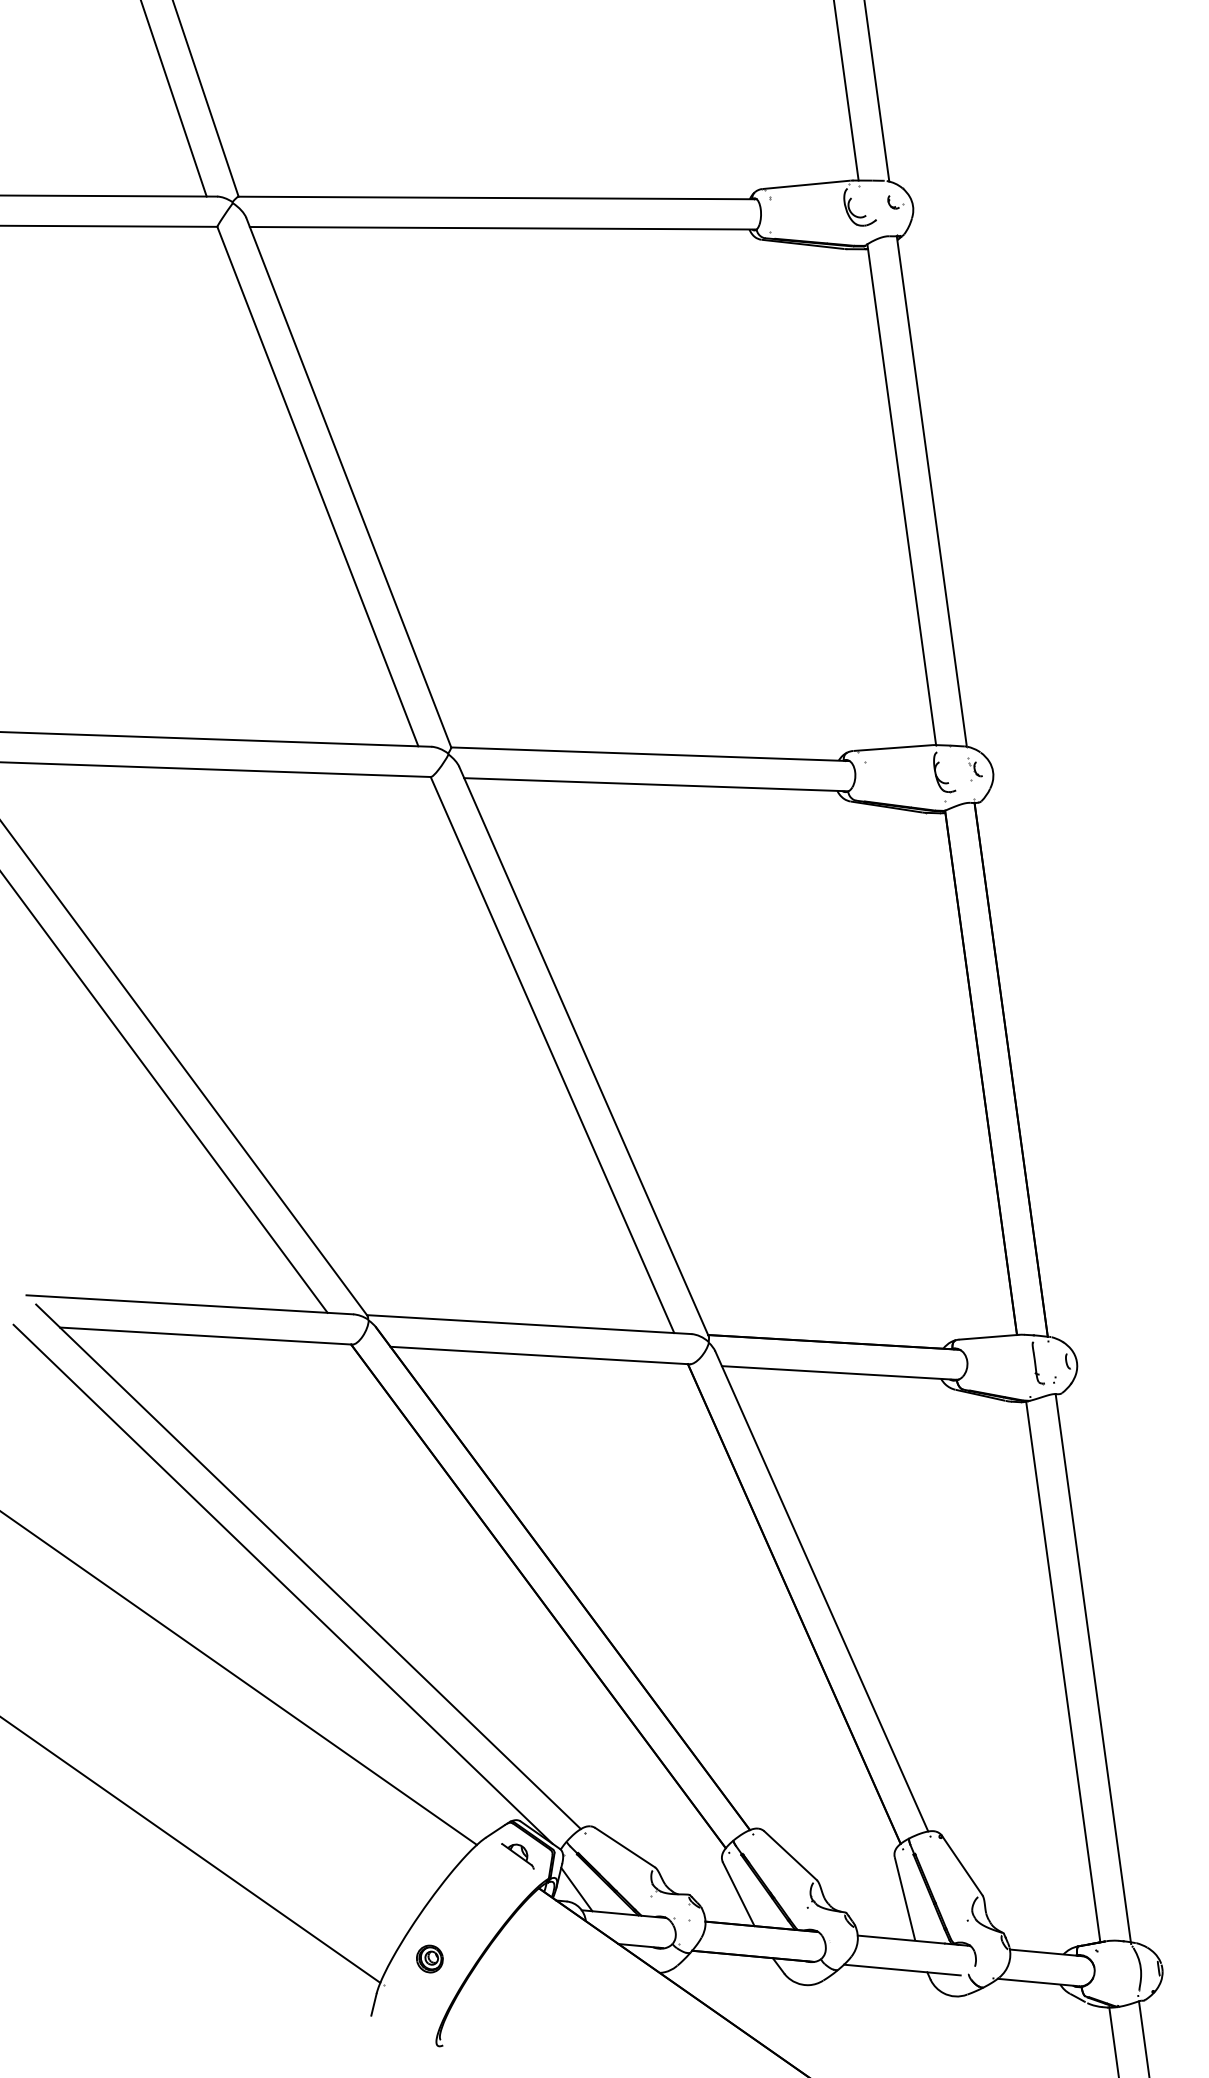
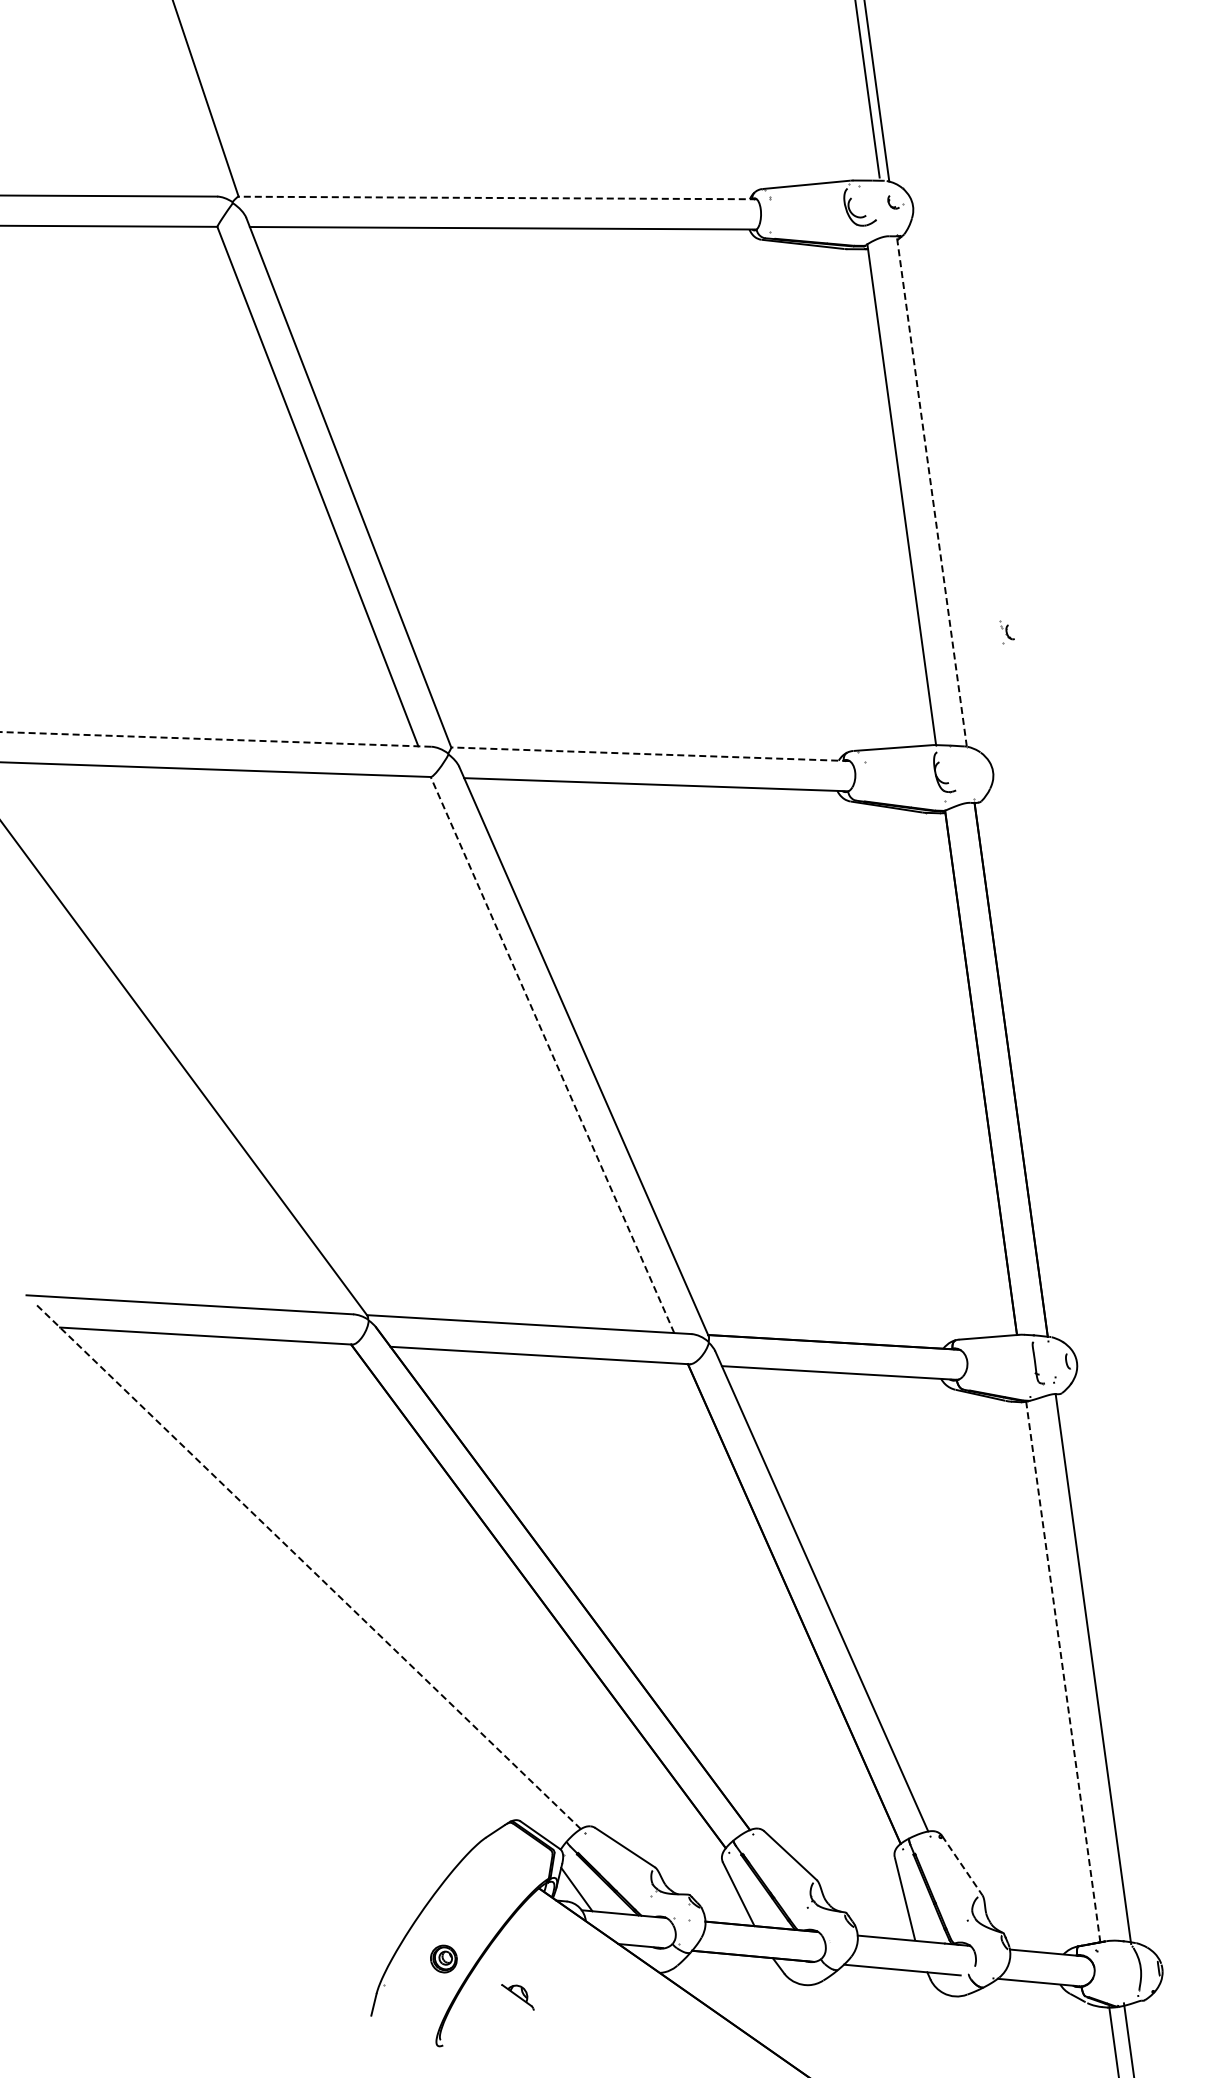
line at (846, 91) position: (846, 91) -> (867, 89)
line at (173, 99): present -> none
line at (497, 197): solid -> dashed
line at (931, 491): solid -> dashed
line at (215, 739): solid -> dashed
line at (649, 754): solid -> dashed
part at (974, 769) position: (974, 769) -> (1006, 632)
line at (552, 1055): solid -> dashed
line at (164, 1092): present -> none
line at (308, 1566): solid -> dashed
line at (282, 1583): present -> none
line at (1063, 1672): solid -> dashed
line at (239, 1678): present -> none
line at (191, 1850): present -> none
part at (517, 1856) position: (517, 1856) -> (517, 1997)
line at (962, 1865): solid -> dashed
part at (429, 1958) position: (429, 1958) -> (443, 1958)
line at (1143, 2037) position: (1143, 2037) -> (1128, 2038)
